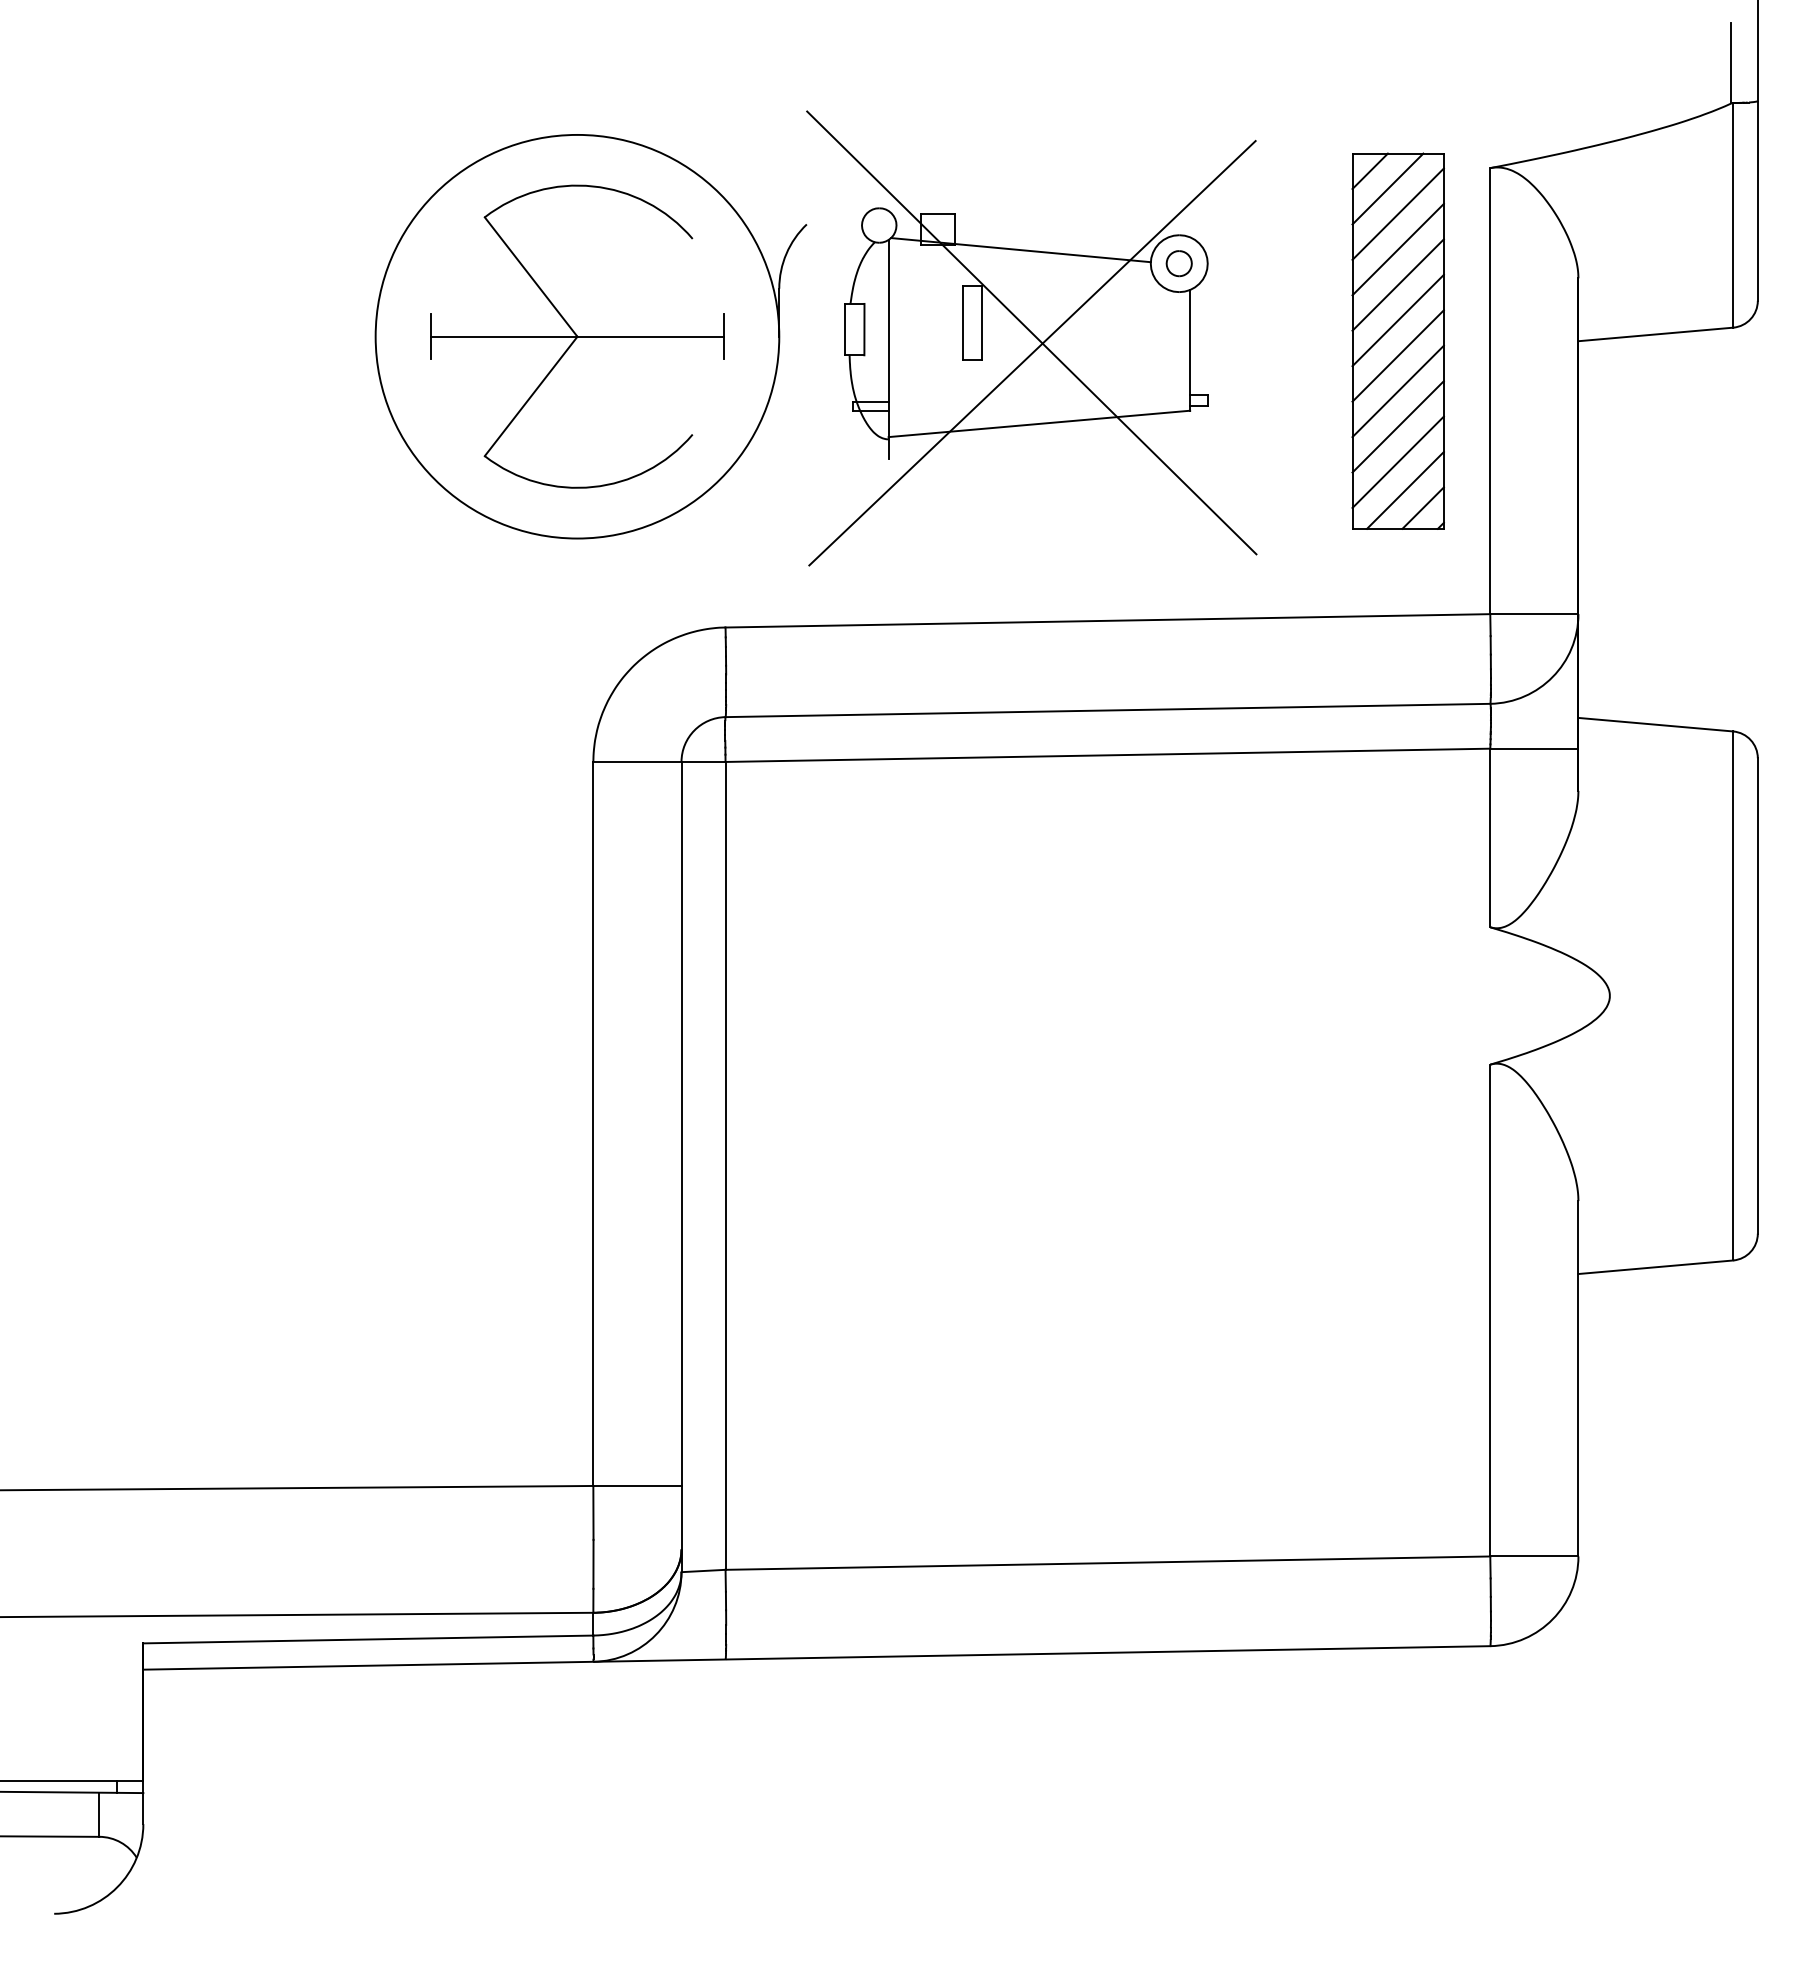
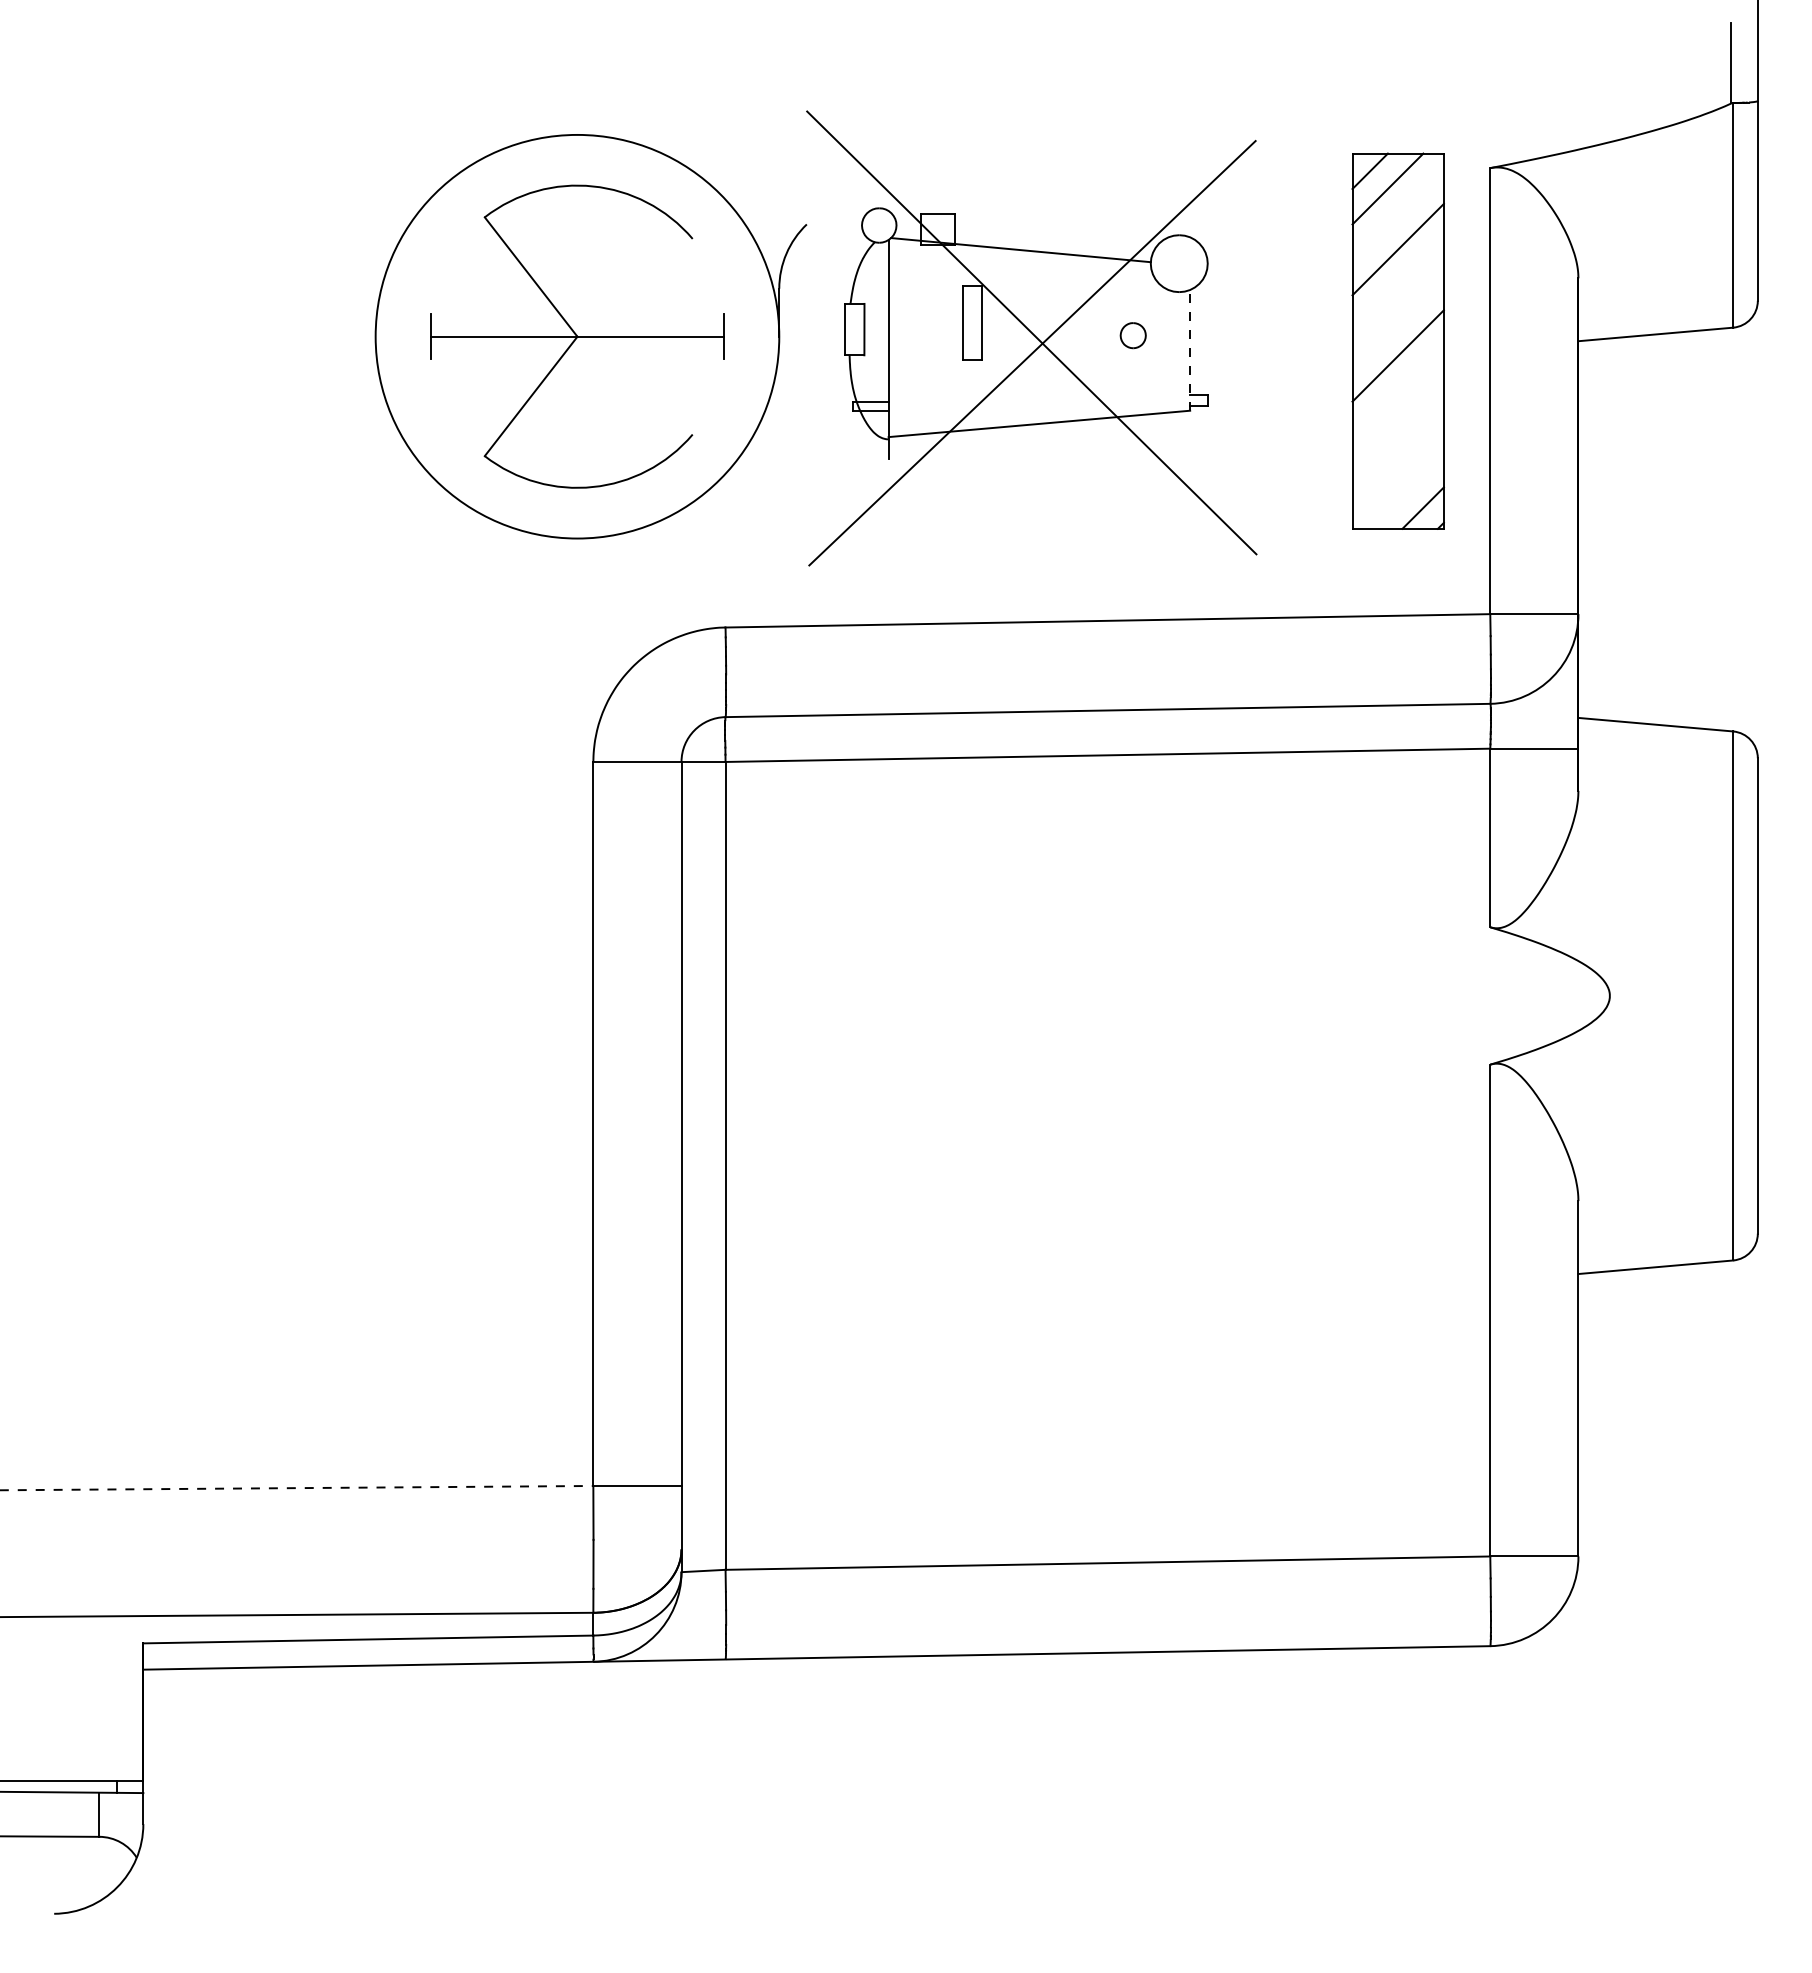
line at (1397, 213): present -> none
part at (1178, 263) position: (1178, 263) -> (1132, 335)
line at (1397, 284): present -> none
line at (1397, 320): present -> none
line at (1190, 349): solid -> dashed
line at (1397, 391): present -> none
line at (1397, 426): present -> none
line at (1397, 461): present -> none
line at (1405, 489): present -> none
line at (297, 1488): solid -> dashed
